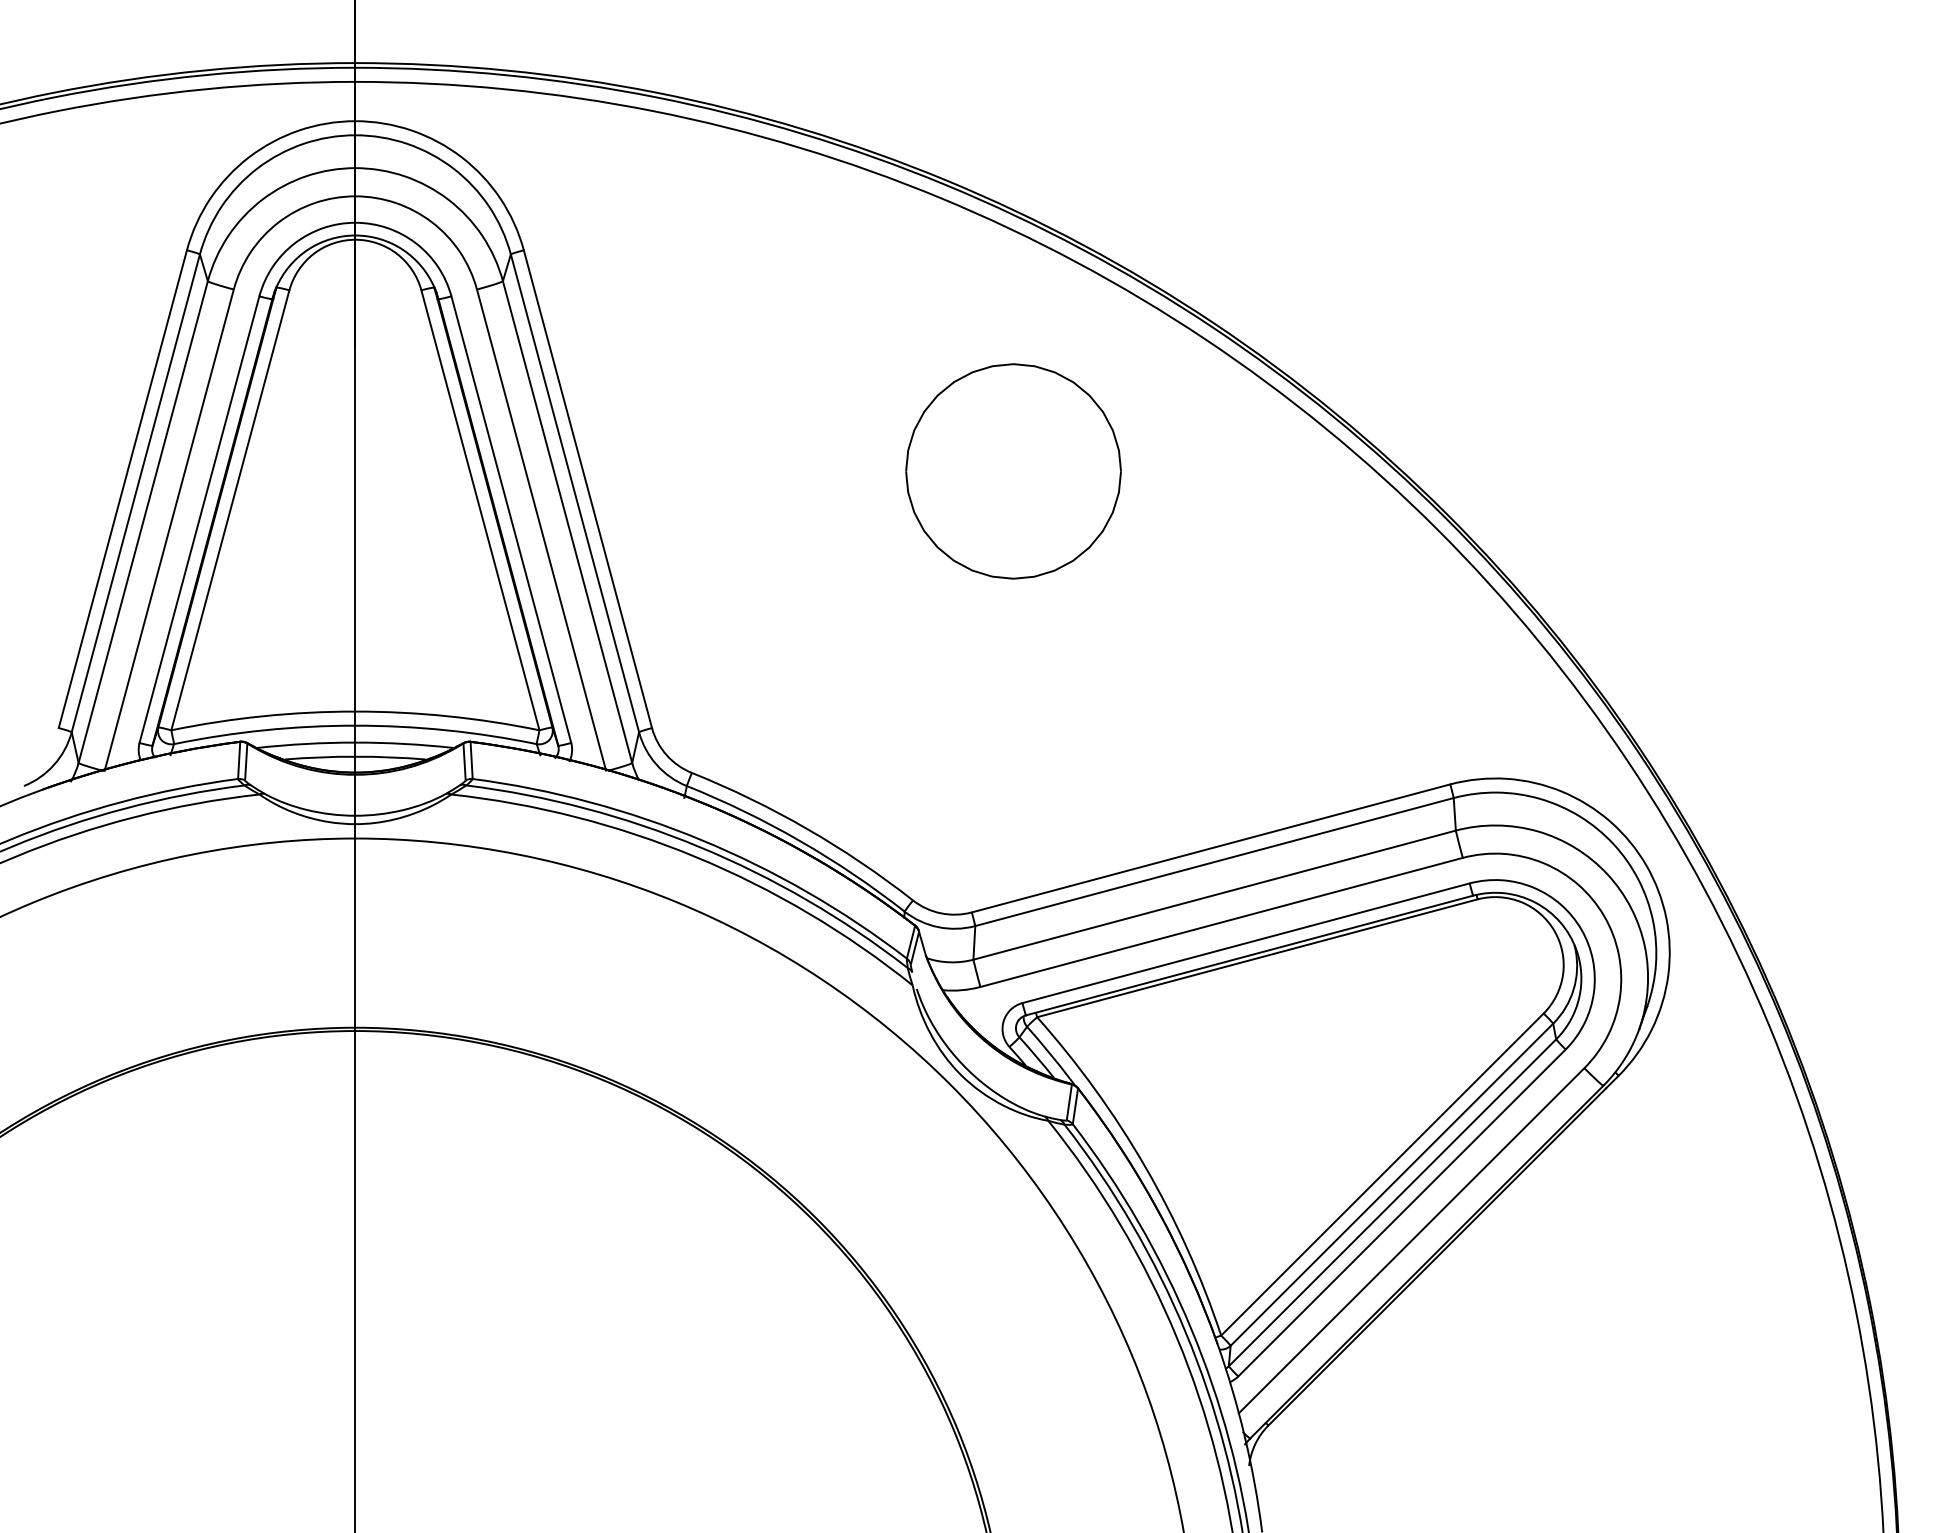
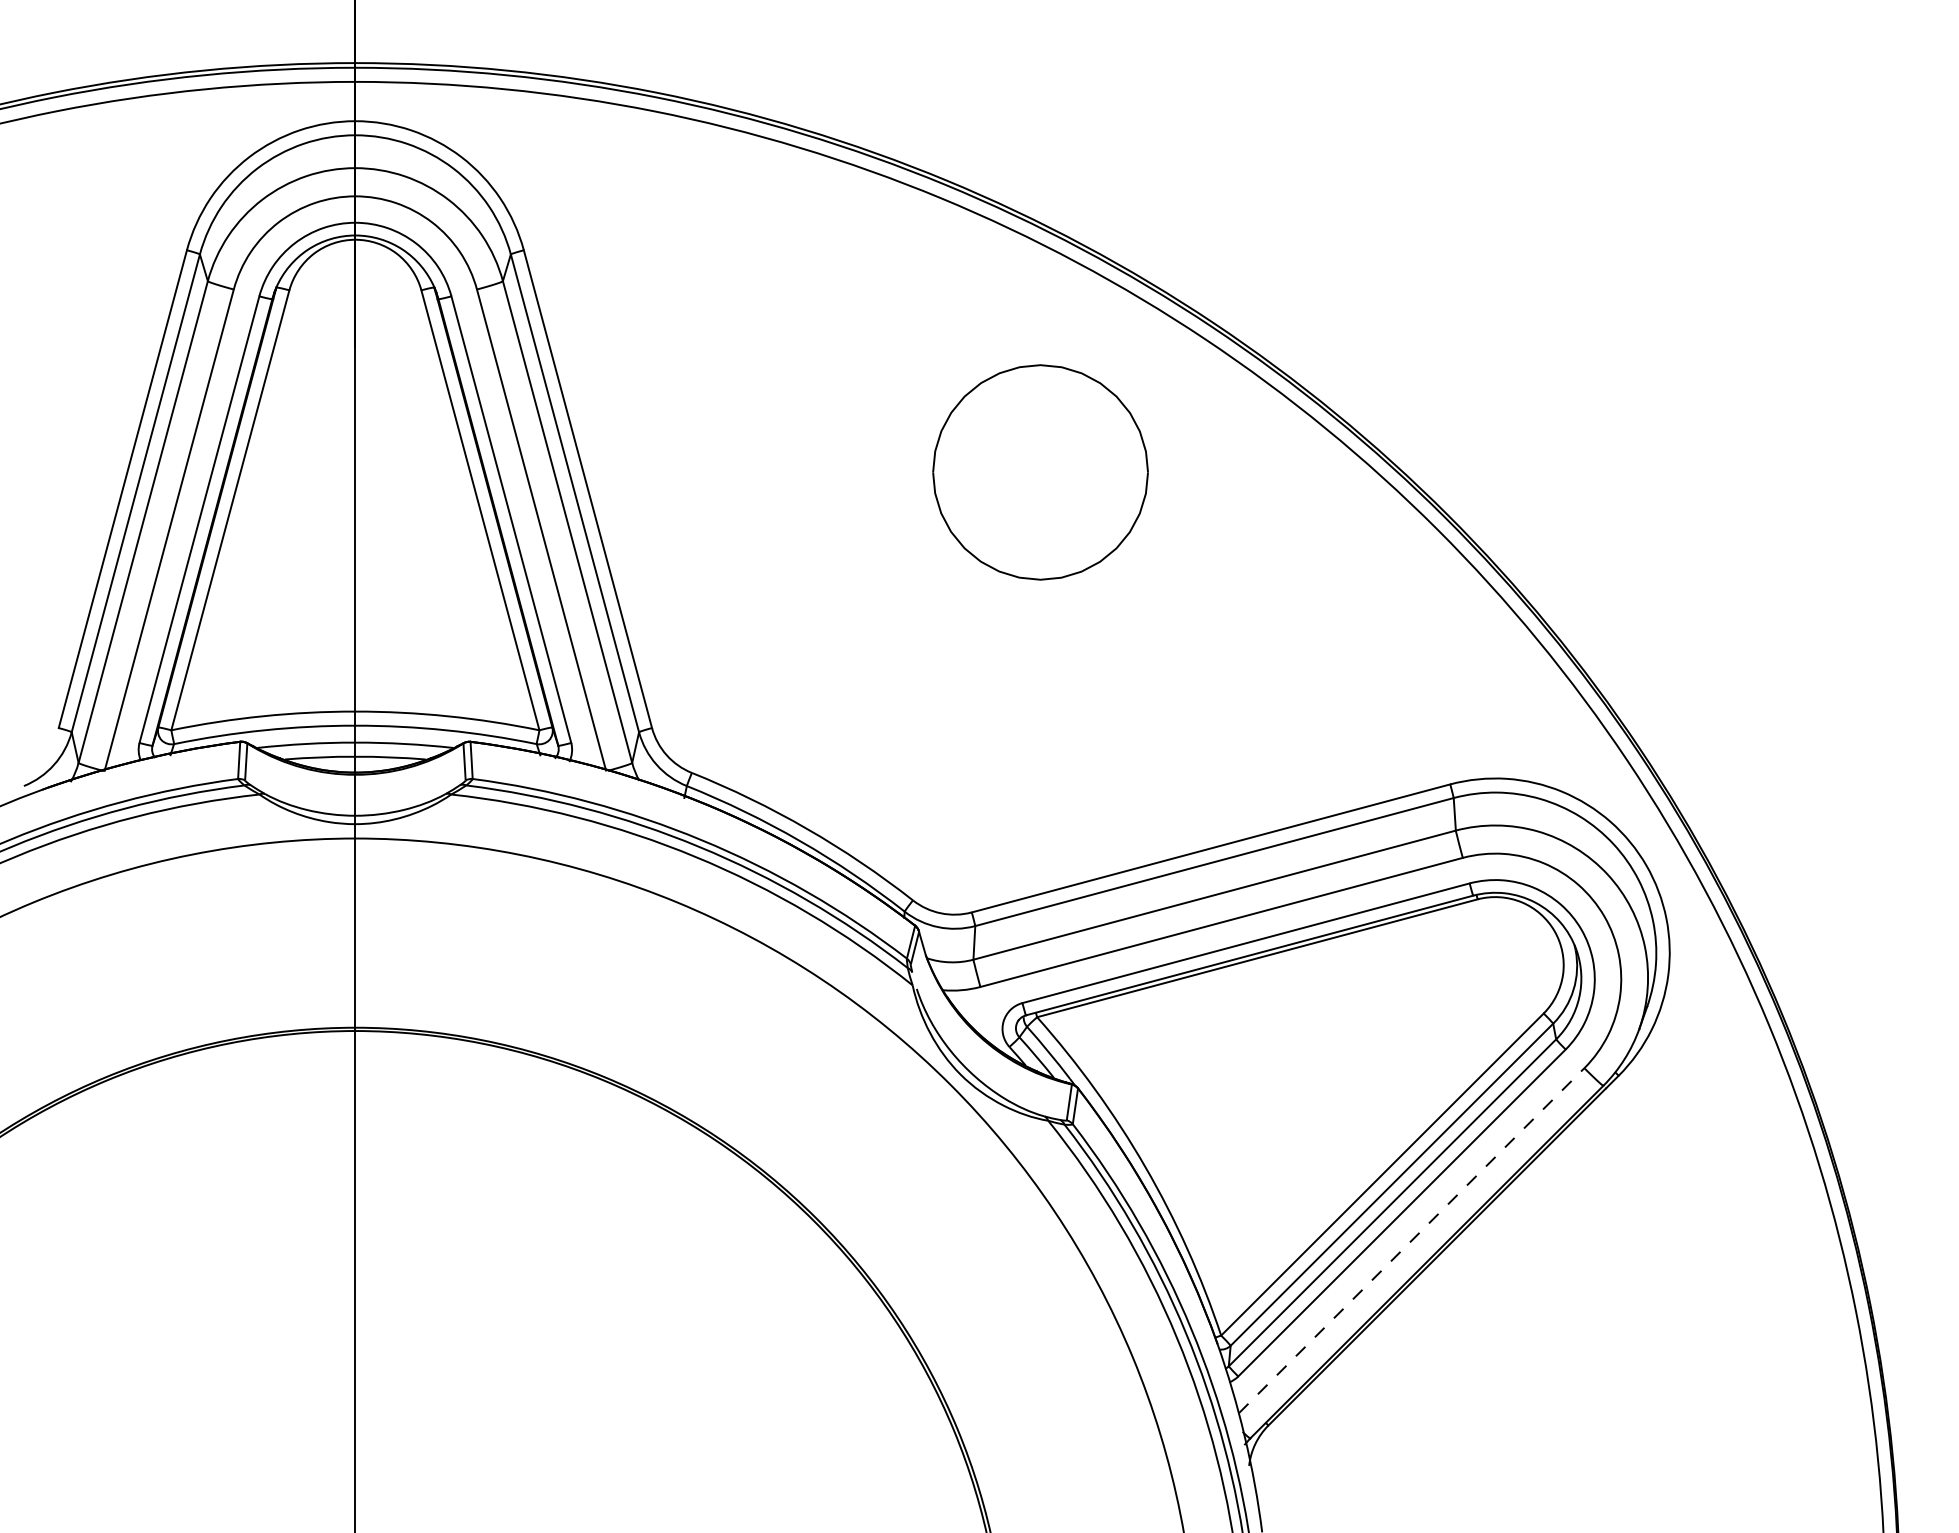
part at (1013, 471) position: (1013, 471) -> (1040, 472)
line at (1412, 1240): solid -> dashed
